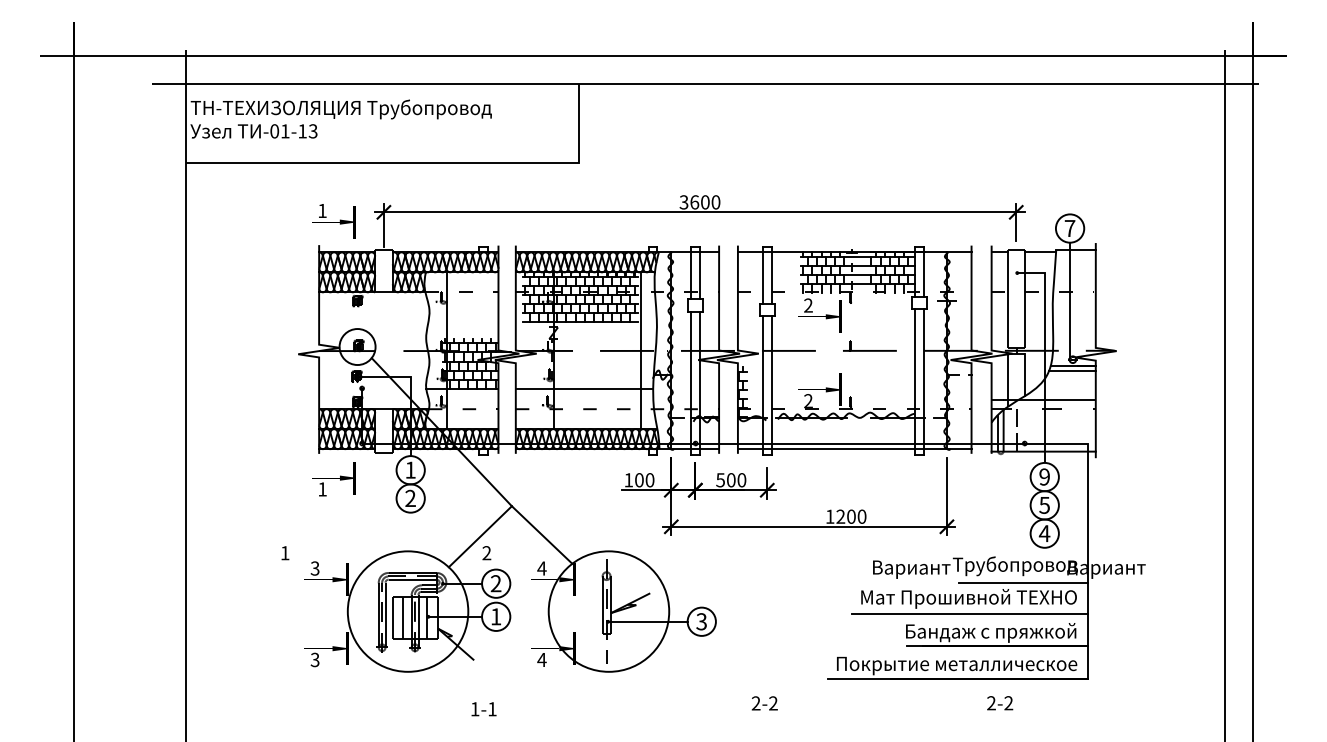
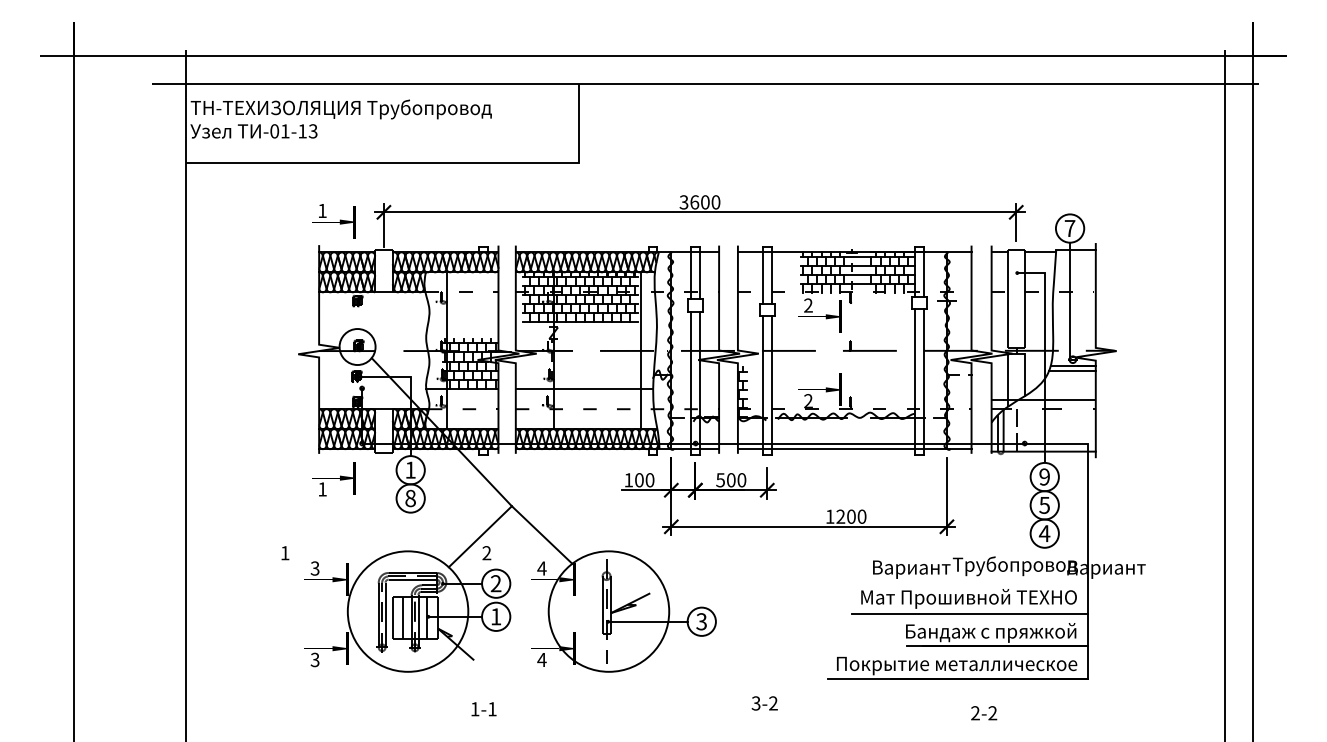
text at (410, 498): 2 -> 8
line at (1022, 582): present -> none
text at (755, 703): 2-2 -> 3-2
text at (1000, 703) position: (1000, 703) -> (984, 713)
